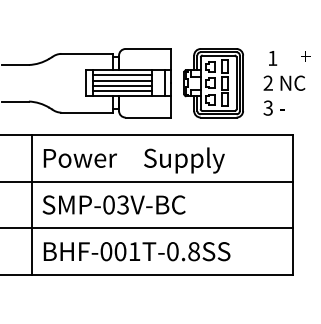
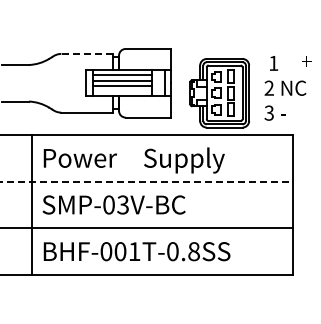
line at (86, 53): solid -> dashed
part at (213, 83) position: (213, 83) -> (219, 93)
text at (286, 83) position: (286, 83) -> (287, 88)
line at (121, 91): present -> none
line at (147, 181): solid -> dashed
